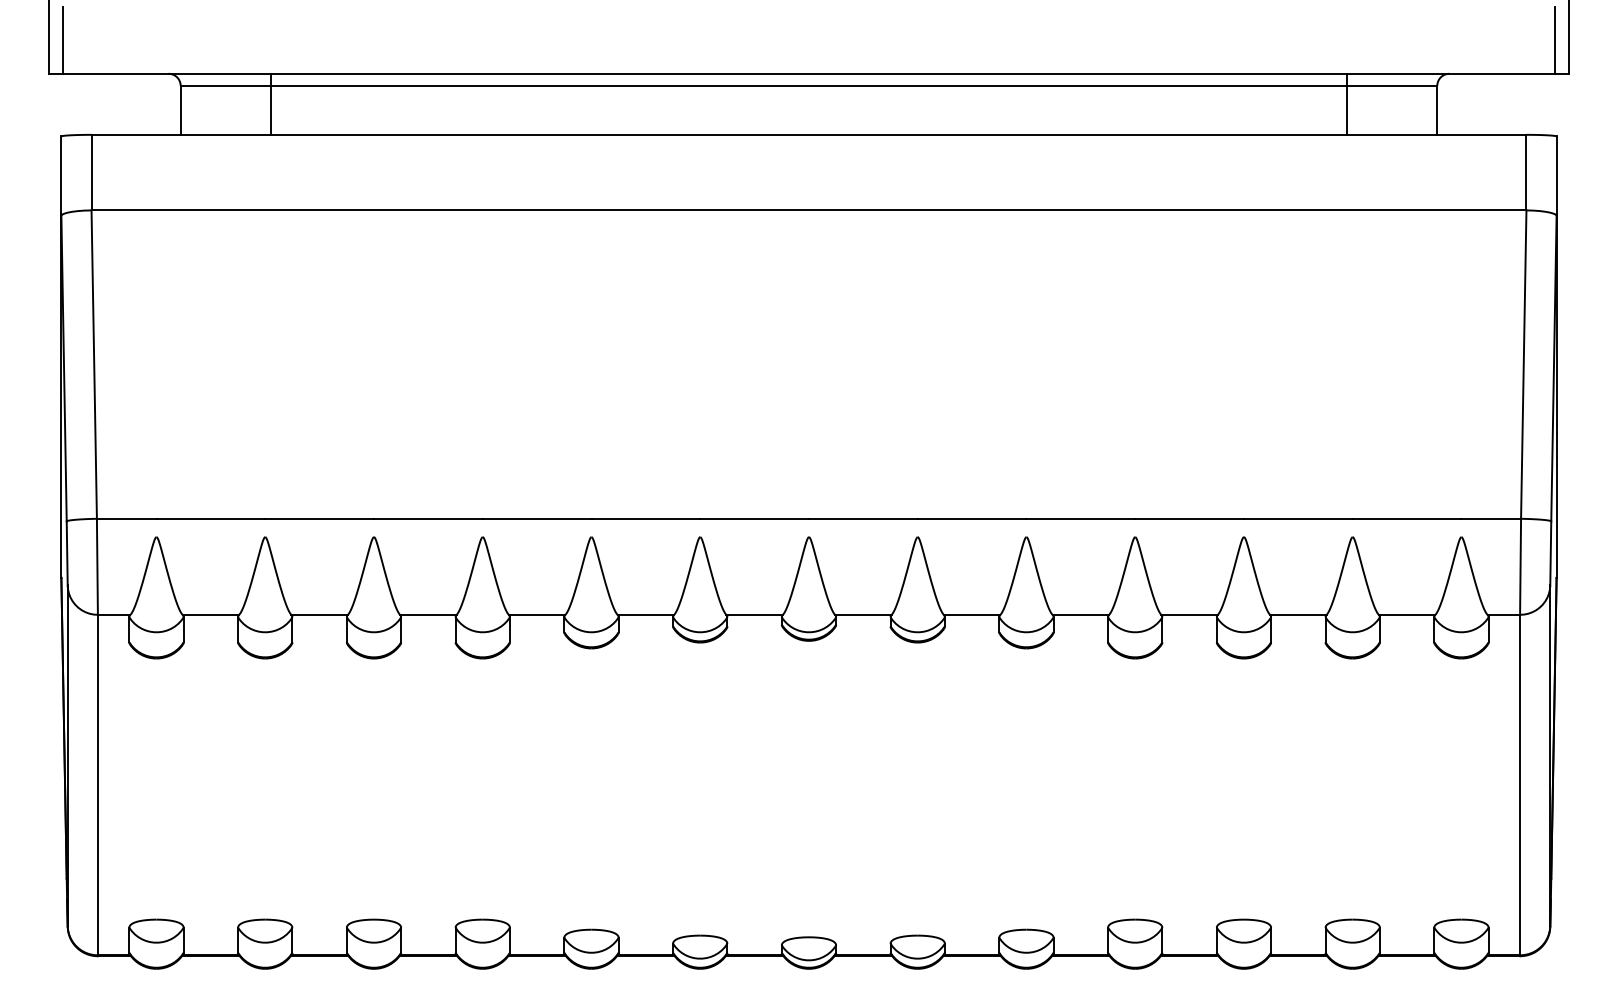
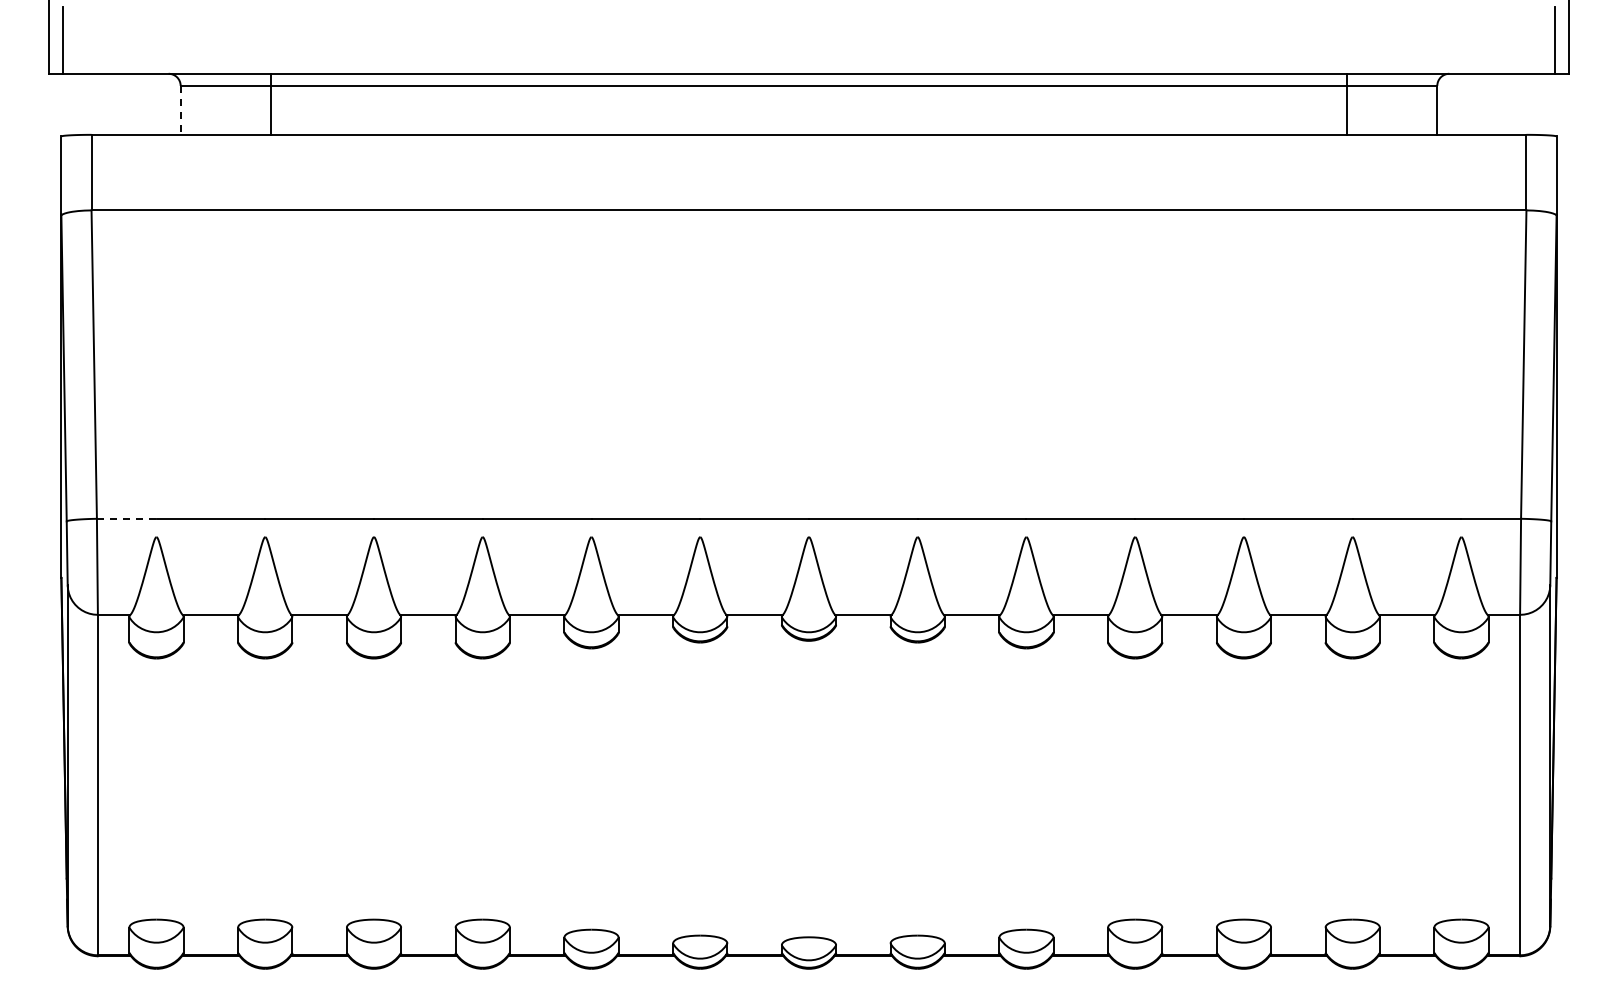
line at (180, 110): solid -> dashed
line at (126, 518): solid -> dashed
